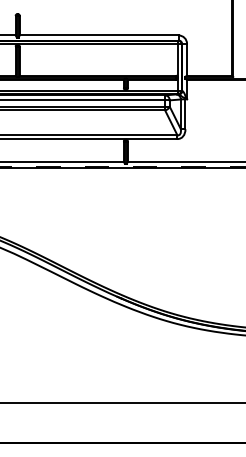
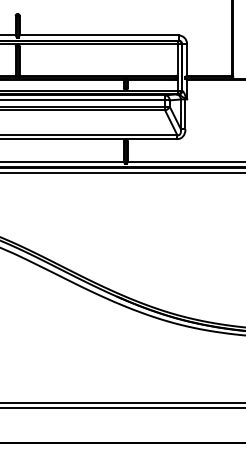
line at (123, 166): dashed -> solid
line at (122, 172): none -> present
line at (122, 407): none -> present
